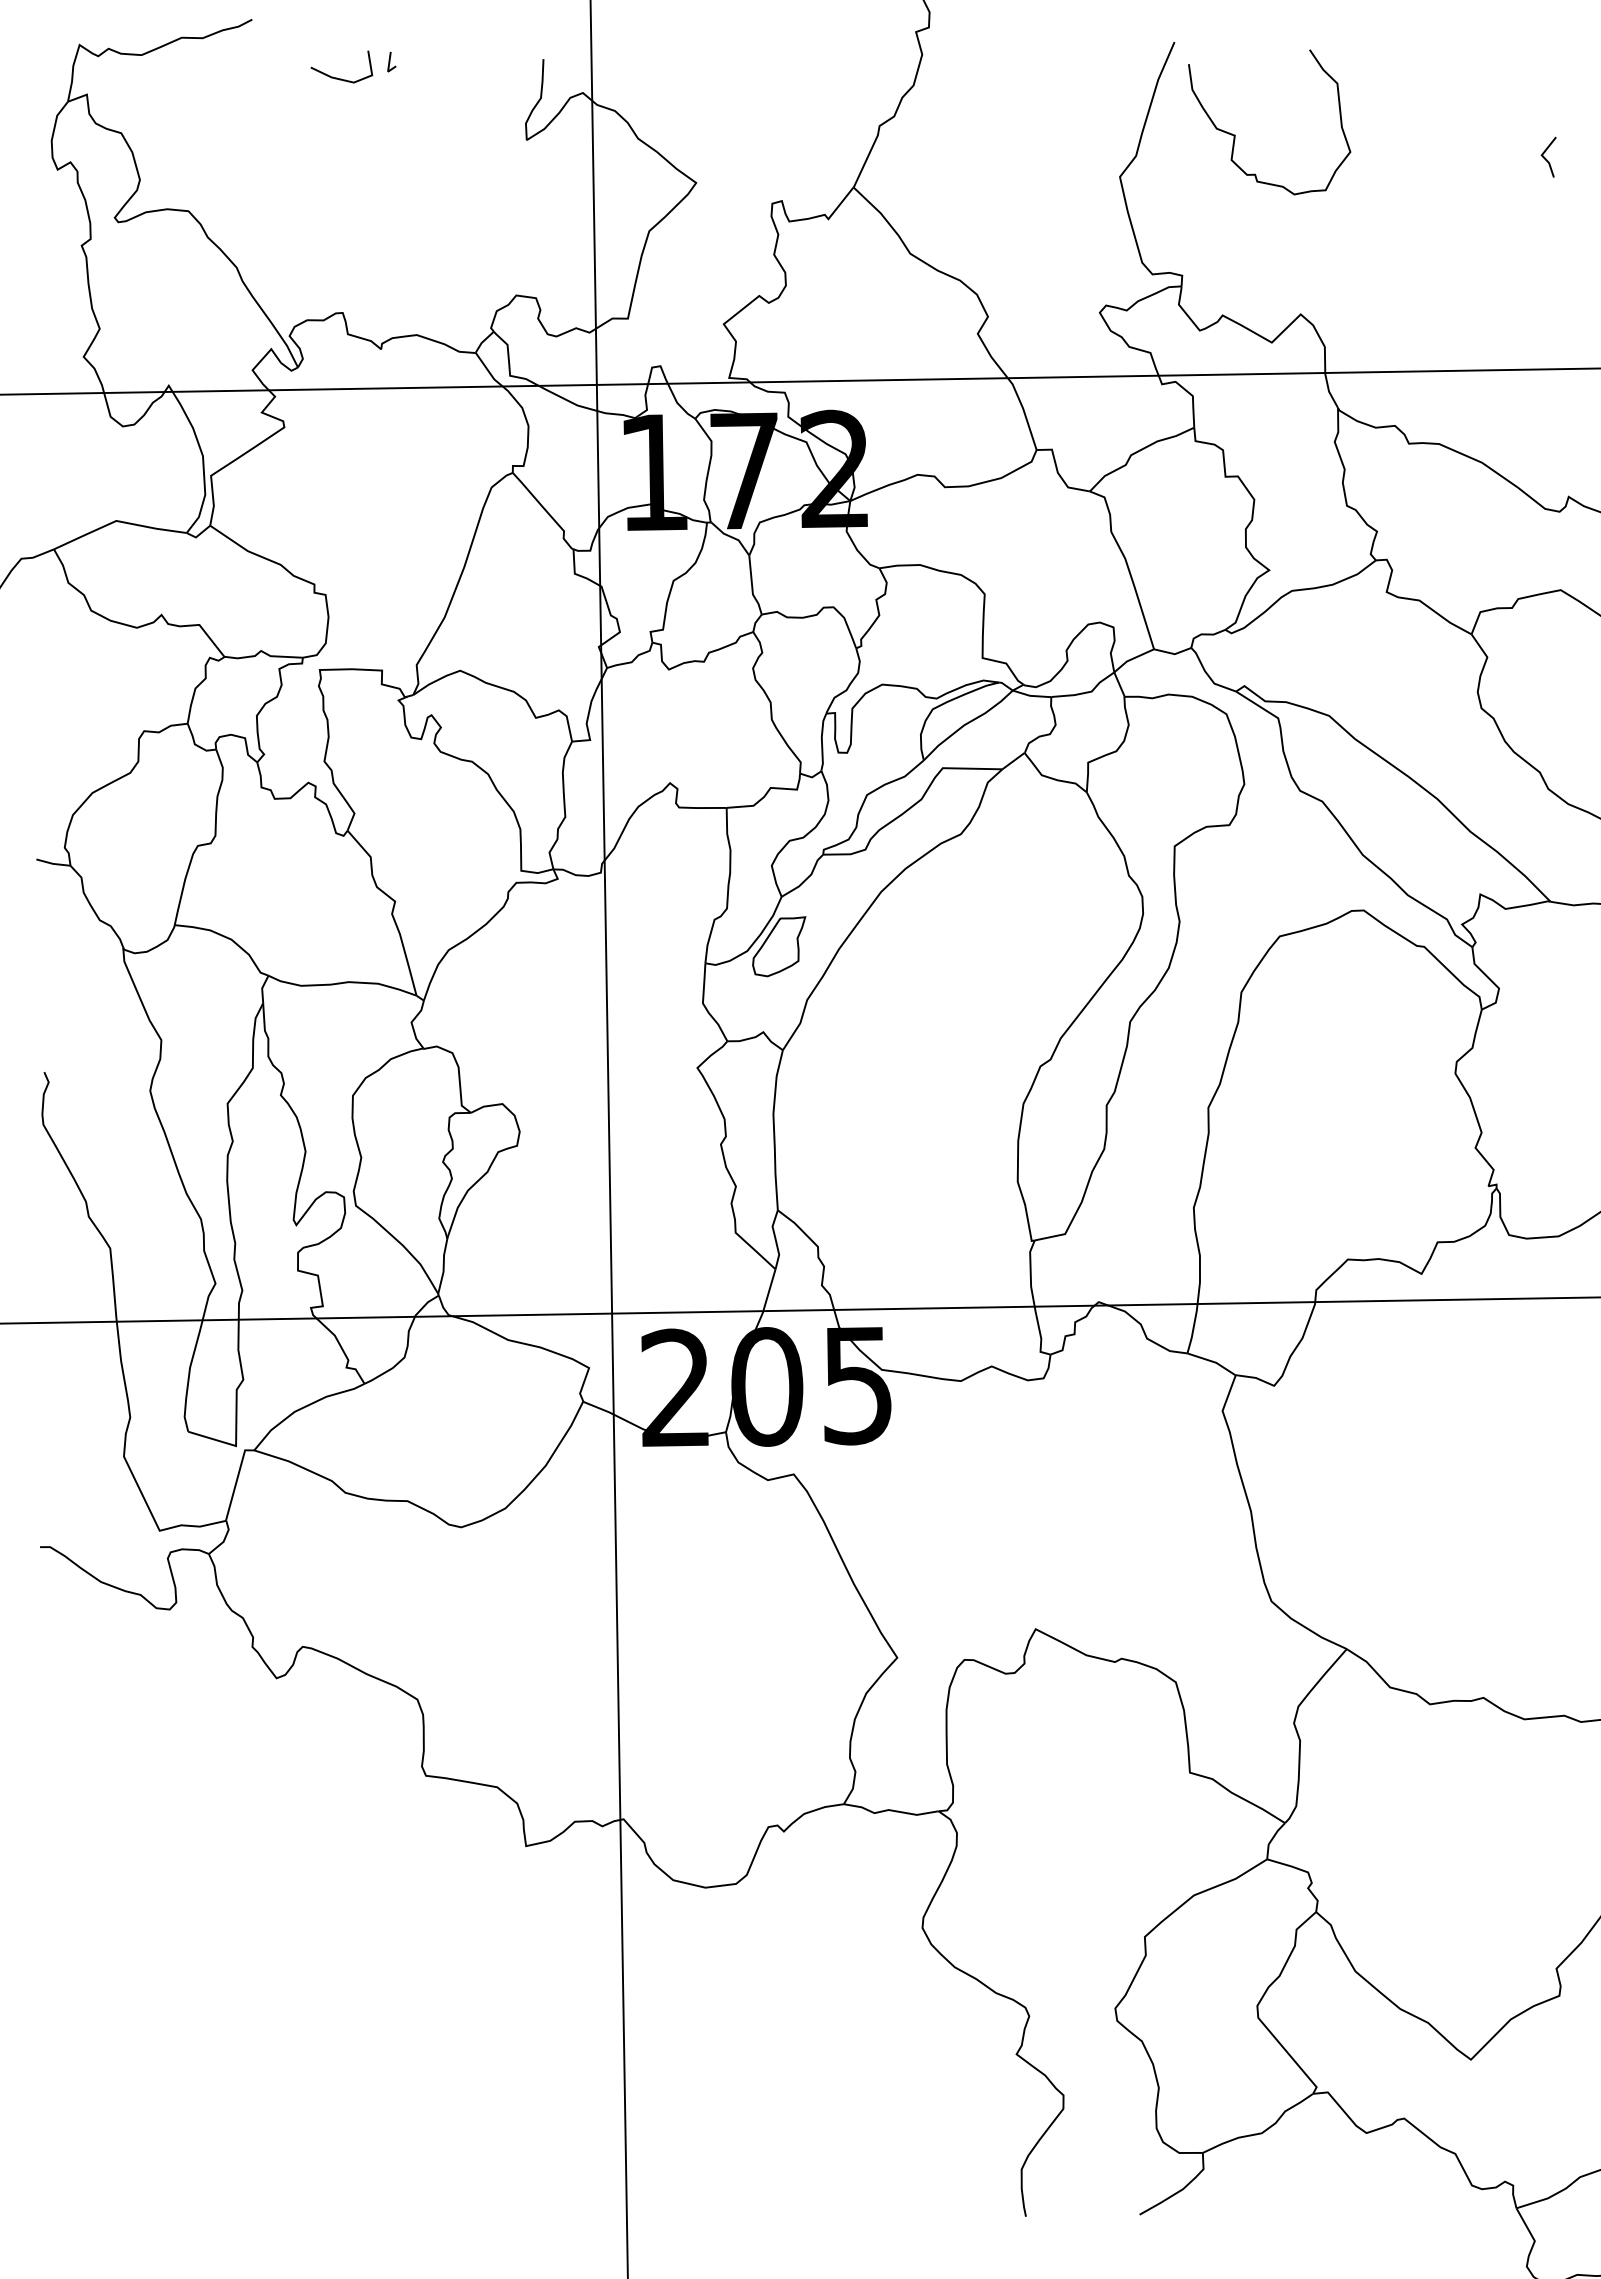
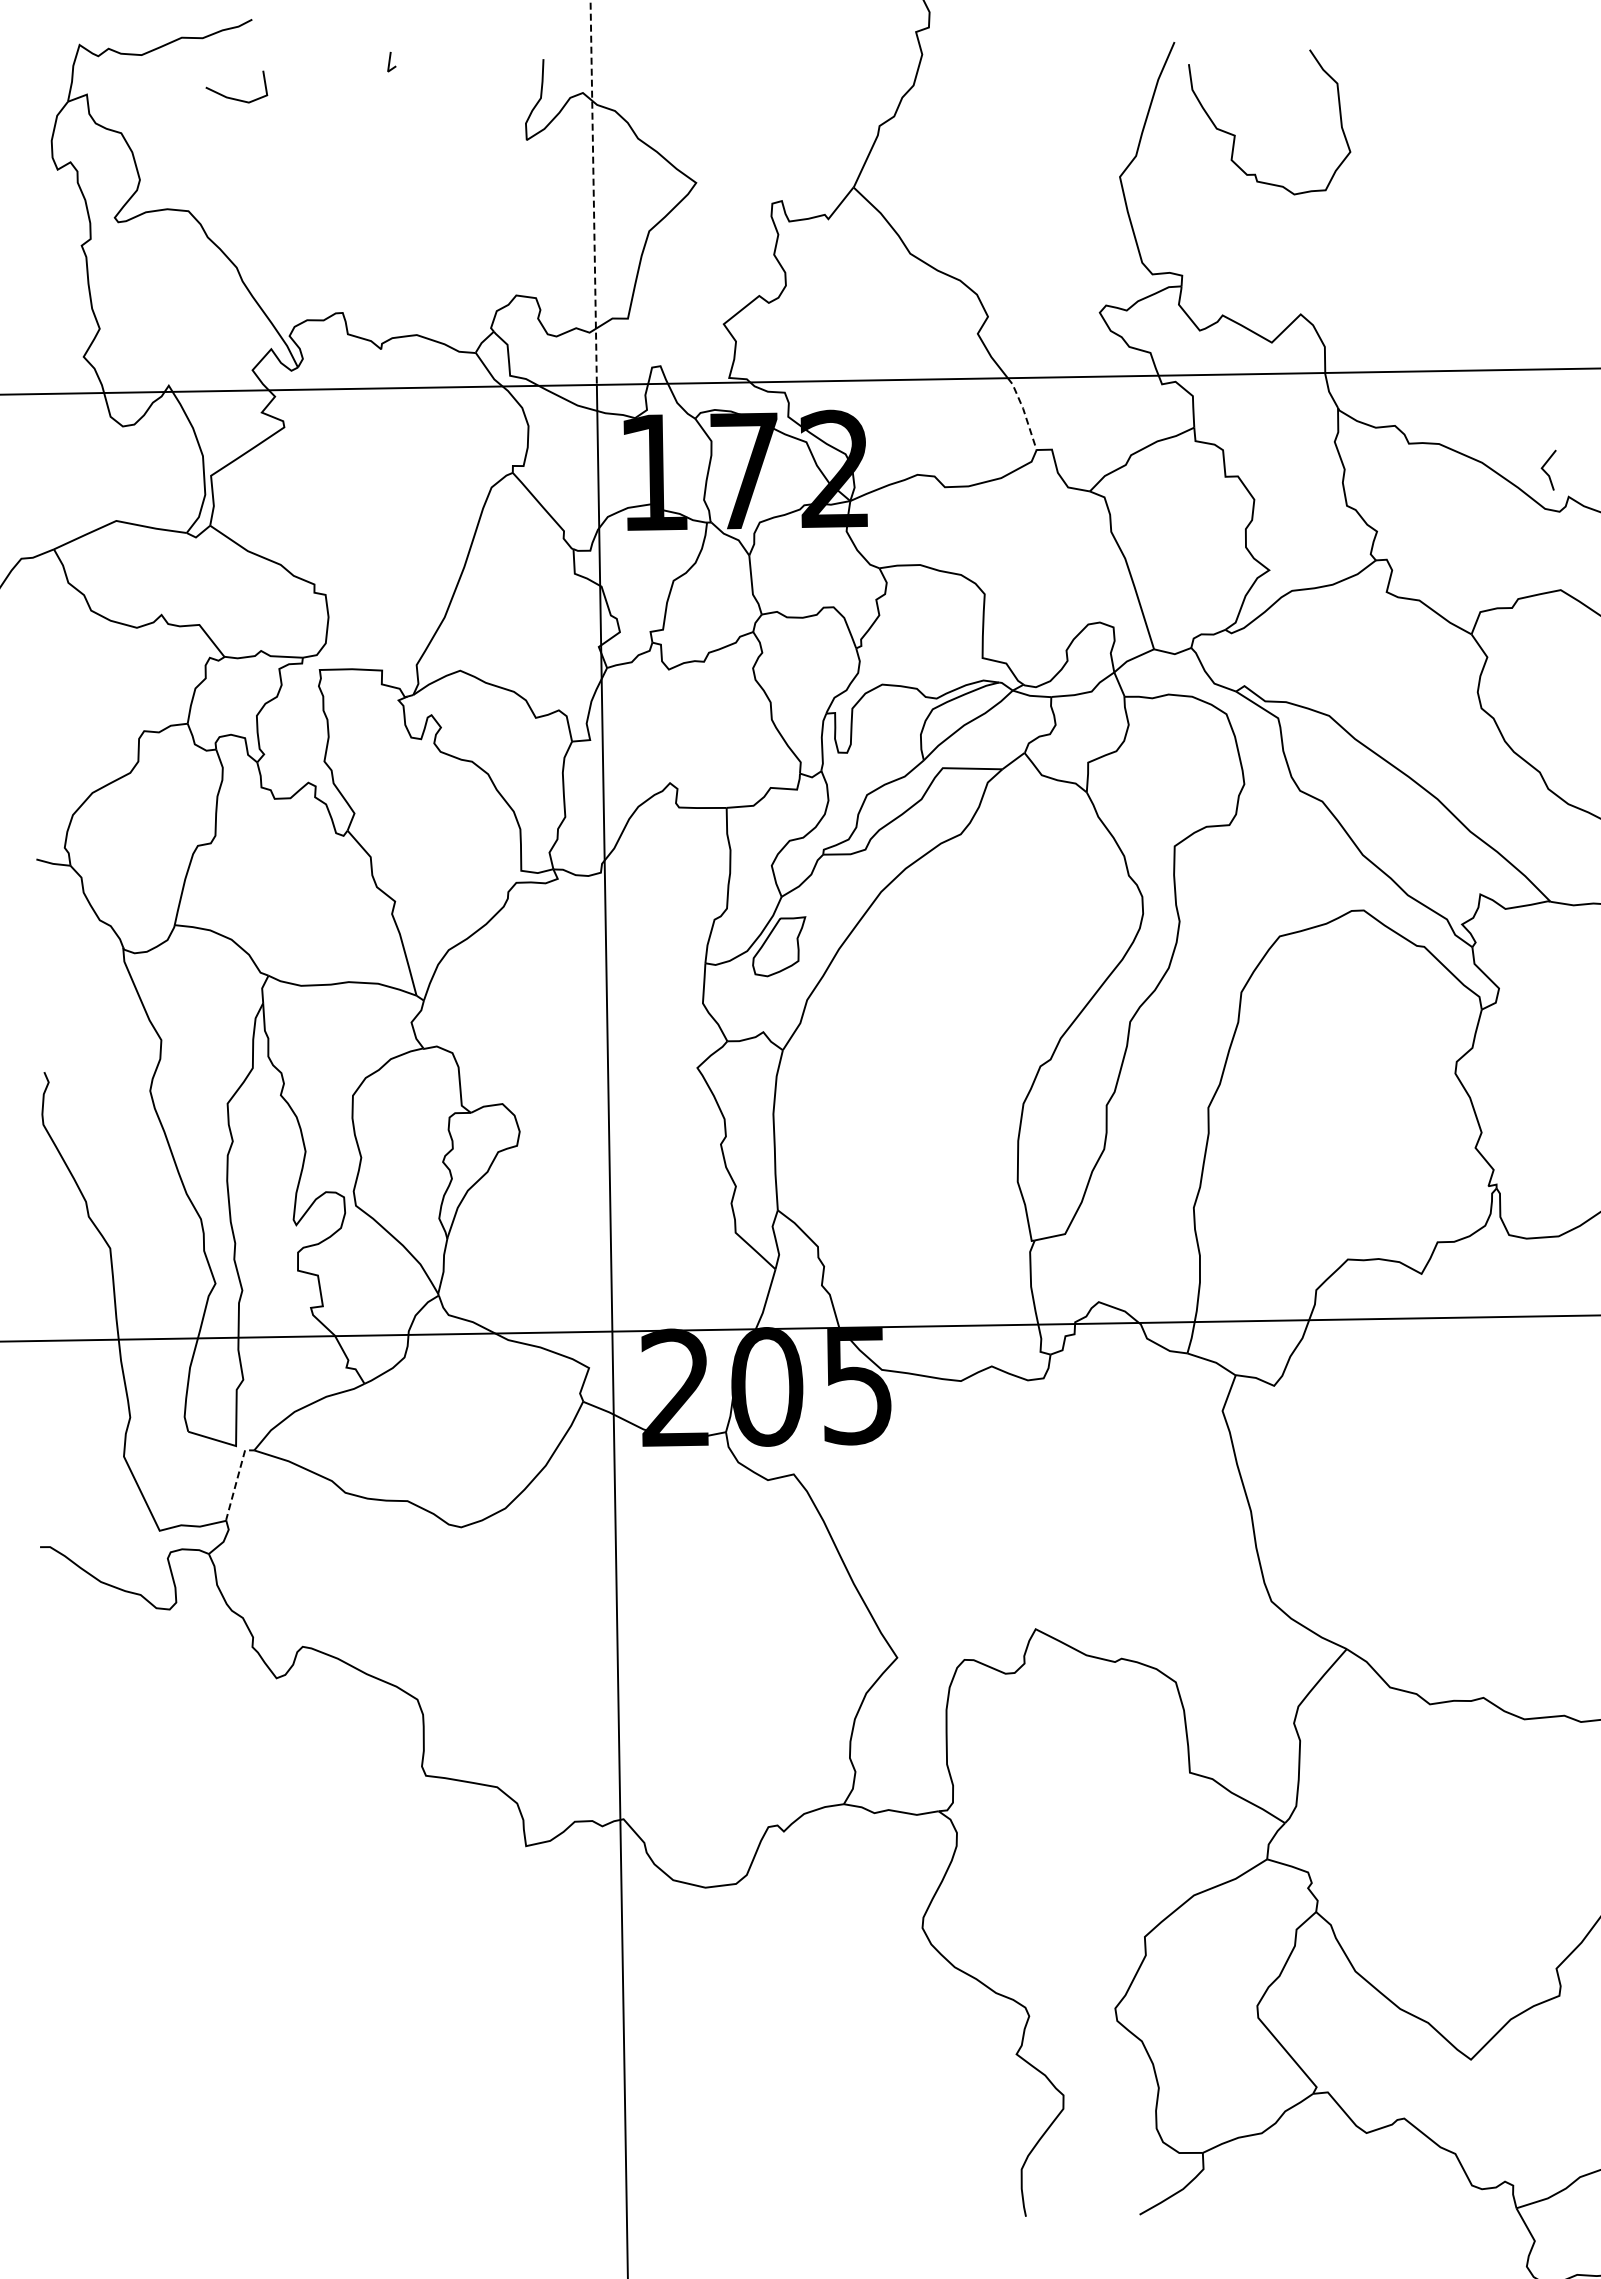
line at (337, 77) position: (337, 77) -> (232, 97)
line at (1546, 158) position: (1546, 158) -> (1546, 471)
line at (593, 193): solid -> dashed
line at (1024, 412): solid -> dashed
line at (799, 1310) position: (799, 1310) -> (799, 1328)
line at (236, 1480): solid -> dashed
